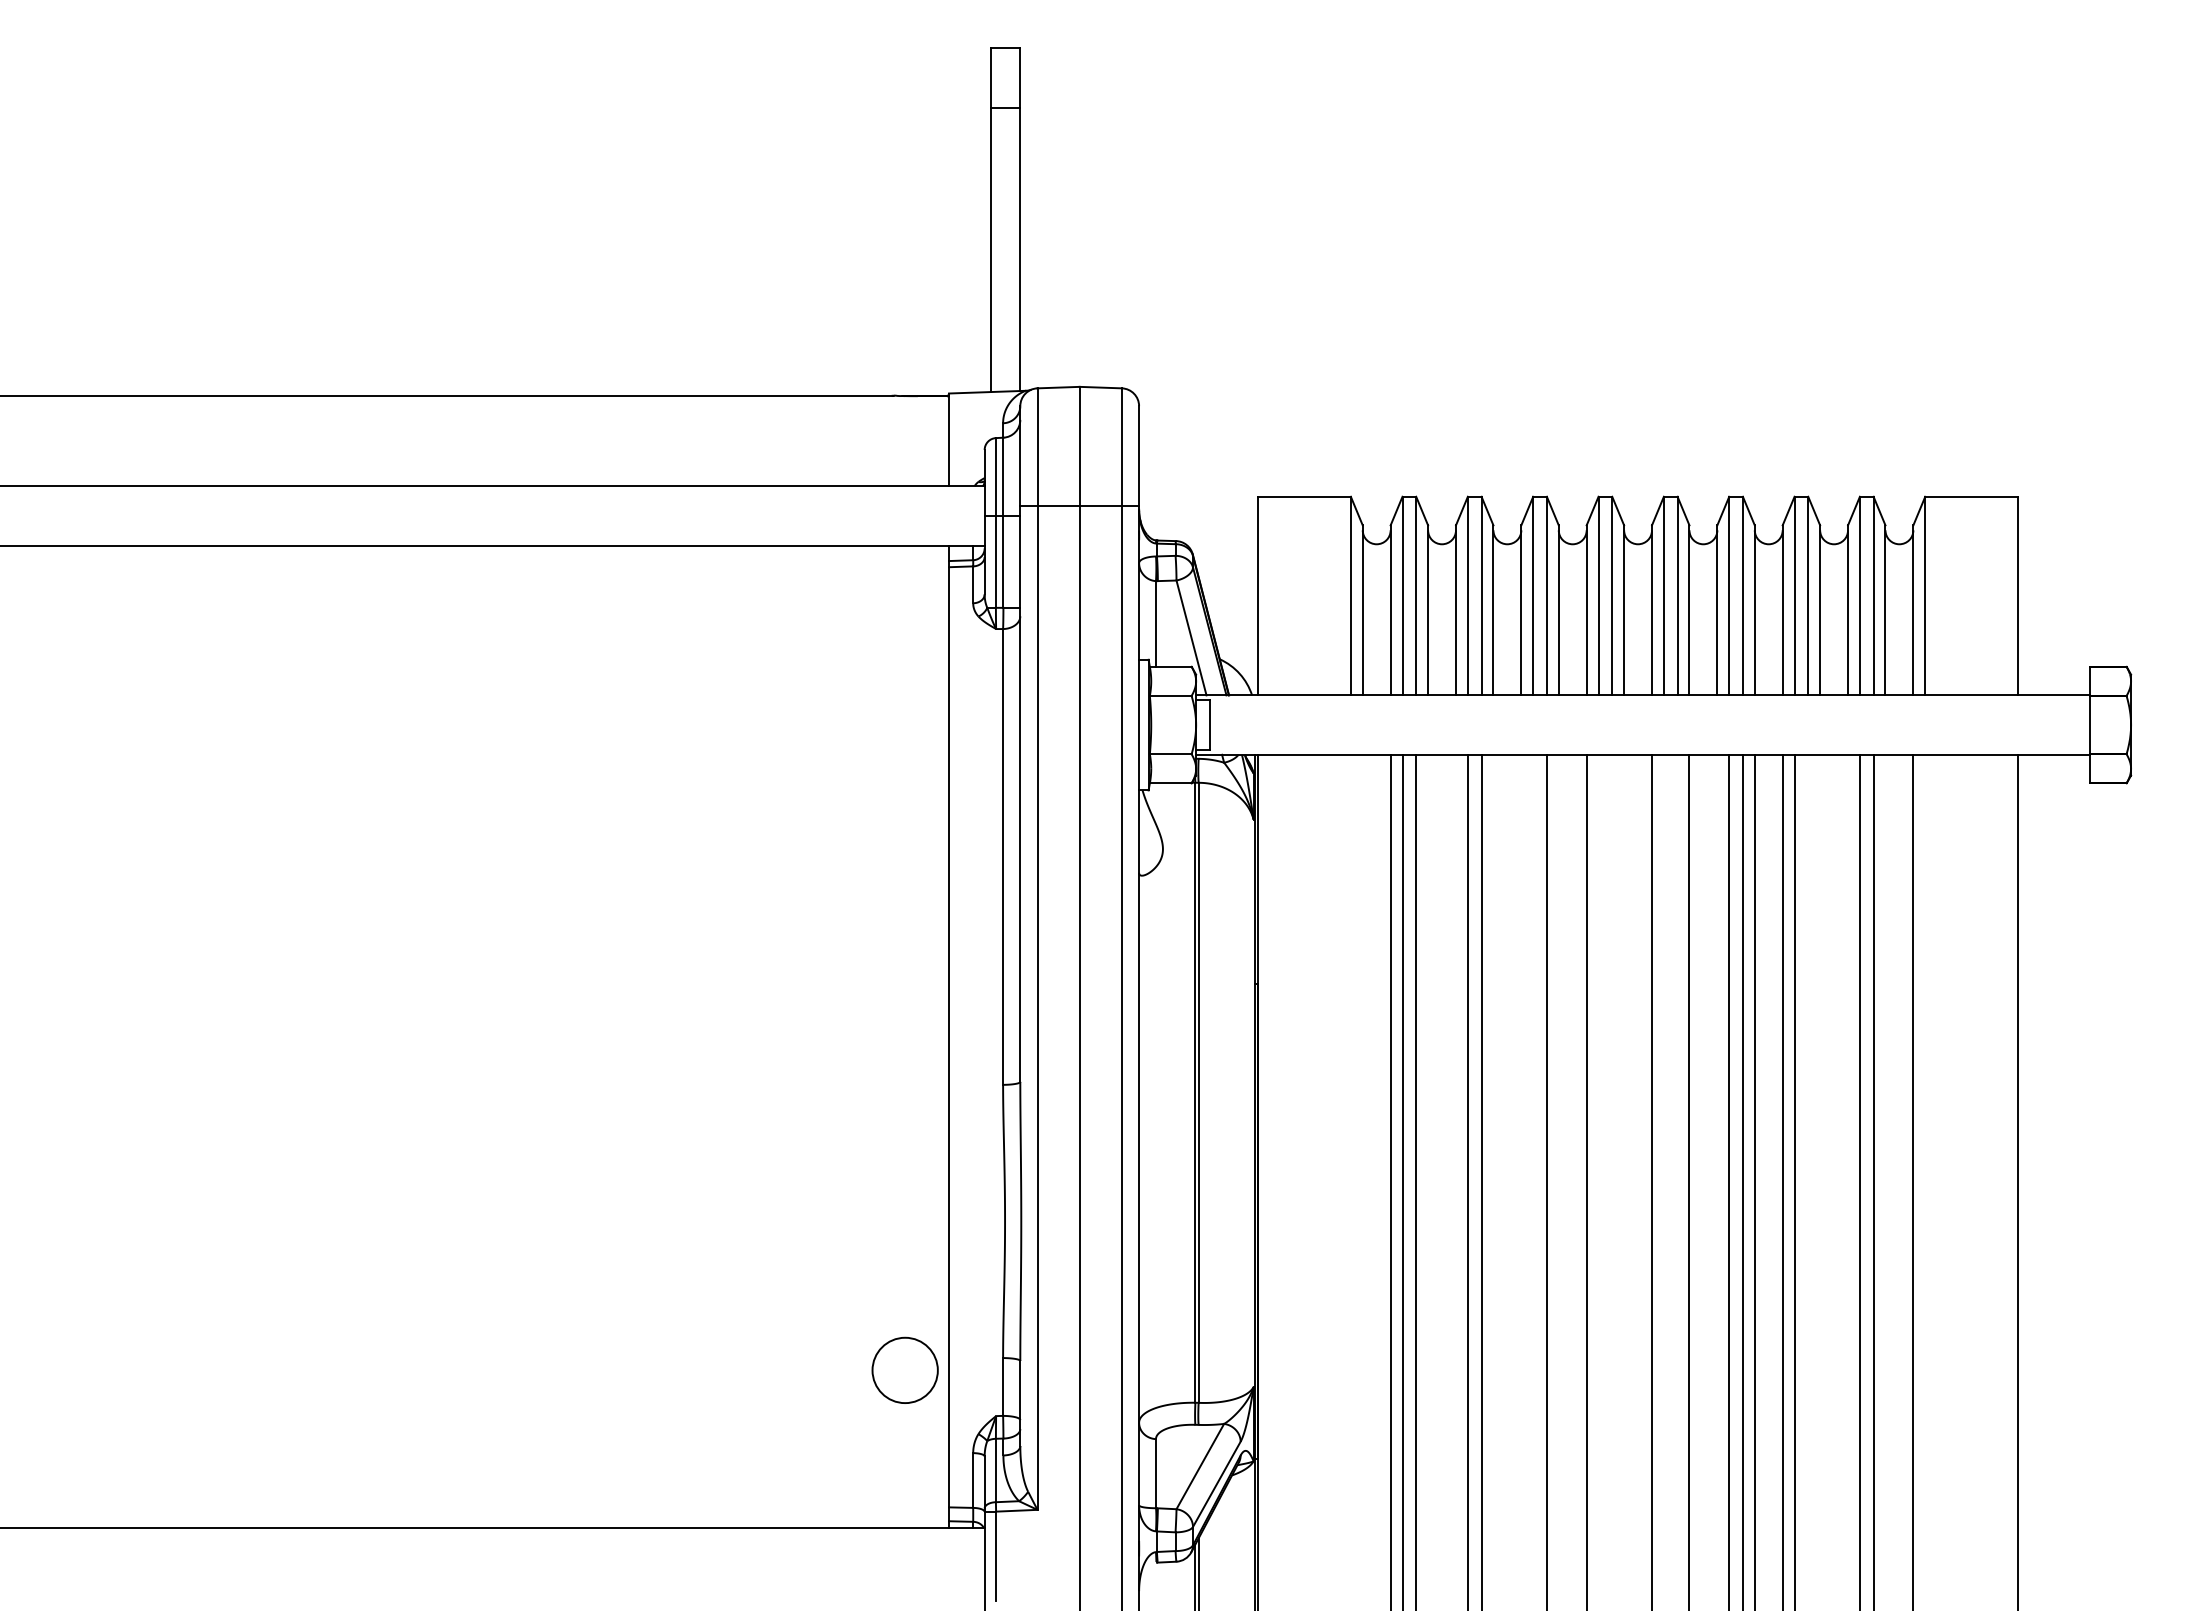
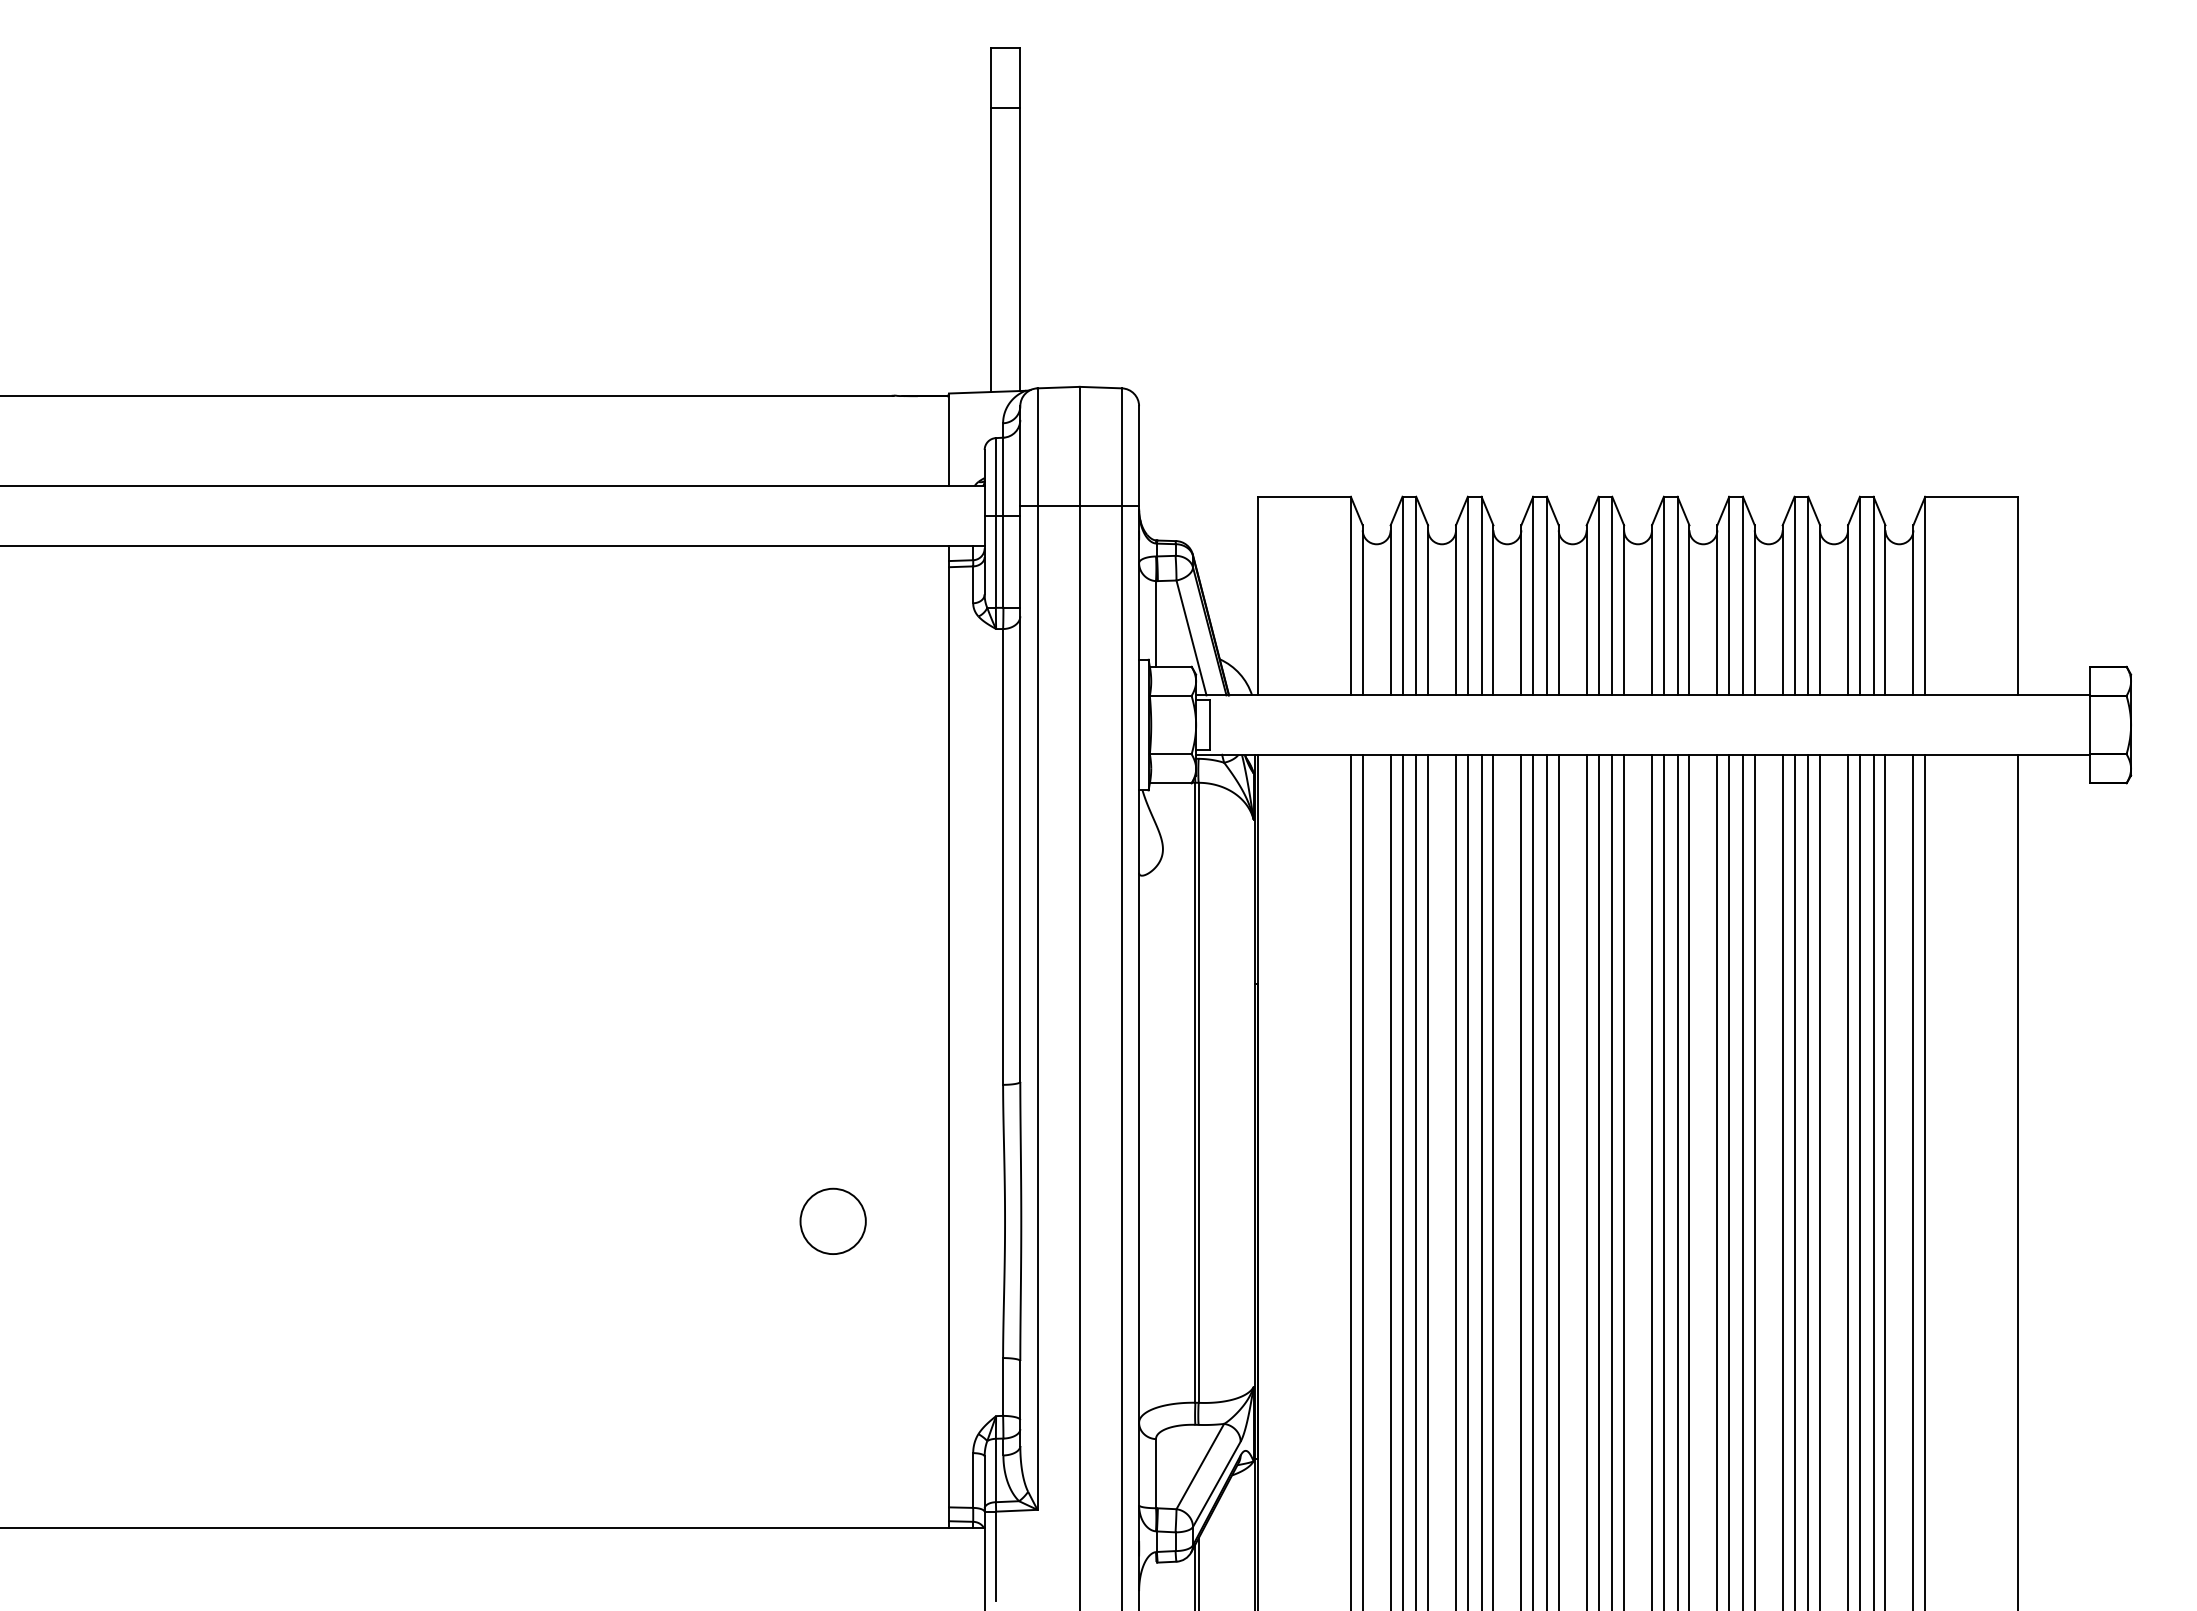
line at (1350, 1180): none -> present
line at (1362, 1180): none -> present
line at (1428, 1180): none -> present
line at (1456, 1180): none -> present
line at (1493, 1180): none -> present
line at (1521, 1180): none -> present
line at (1533, 1180): none -> present
line at (1558, 1180): none -> present
line at (1598, 1180): none -> present
line at (1612, 1180): none -> present
line at (1624, 1180): none -> present
line at (1663, 1180): none -> present
line at (1677, 1180): none -> present
line at (1717, 1180): none -> present
line at (1808, 1180): none -> present
line at (1820, 1180): none -> present
line at (1848, 1180): none -> present
line at (1885, 1180): none -> present
line at (1925, 1180): none -> present
circle at (904, 1369) position: (904, 1369) -> (832, 1220)
